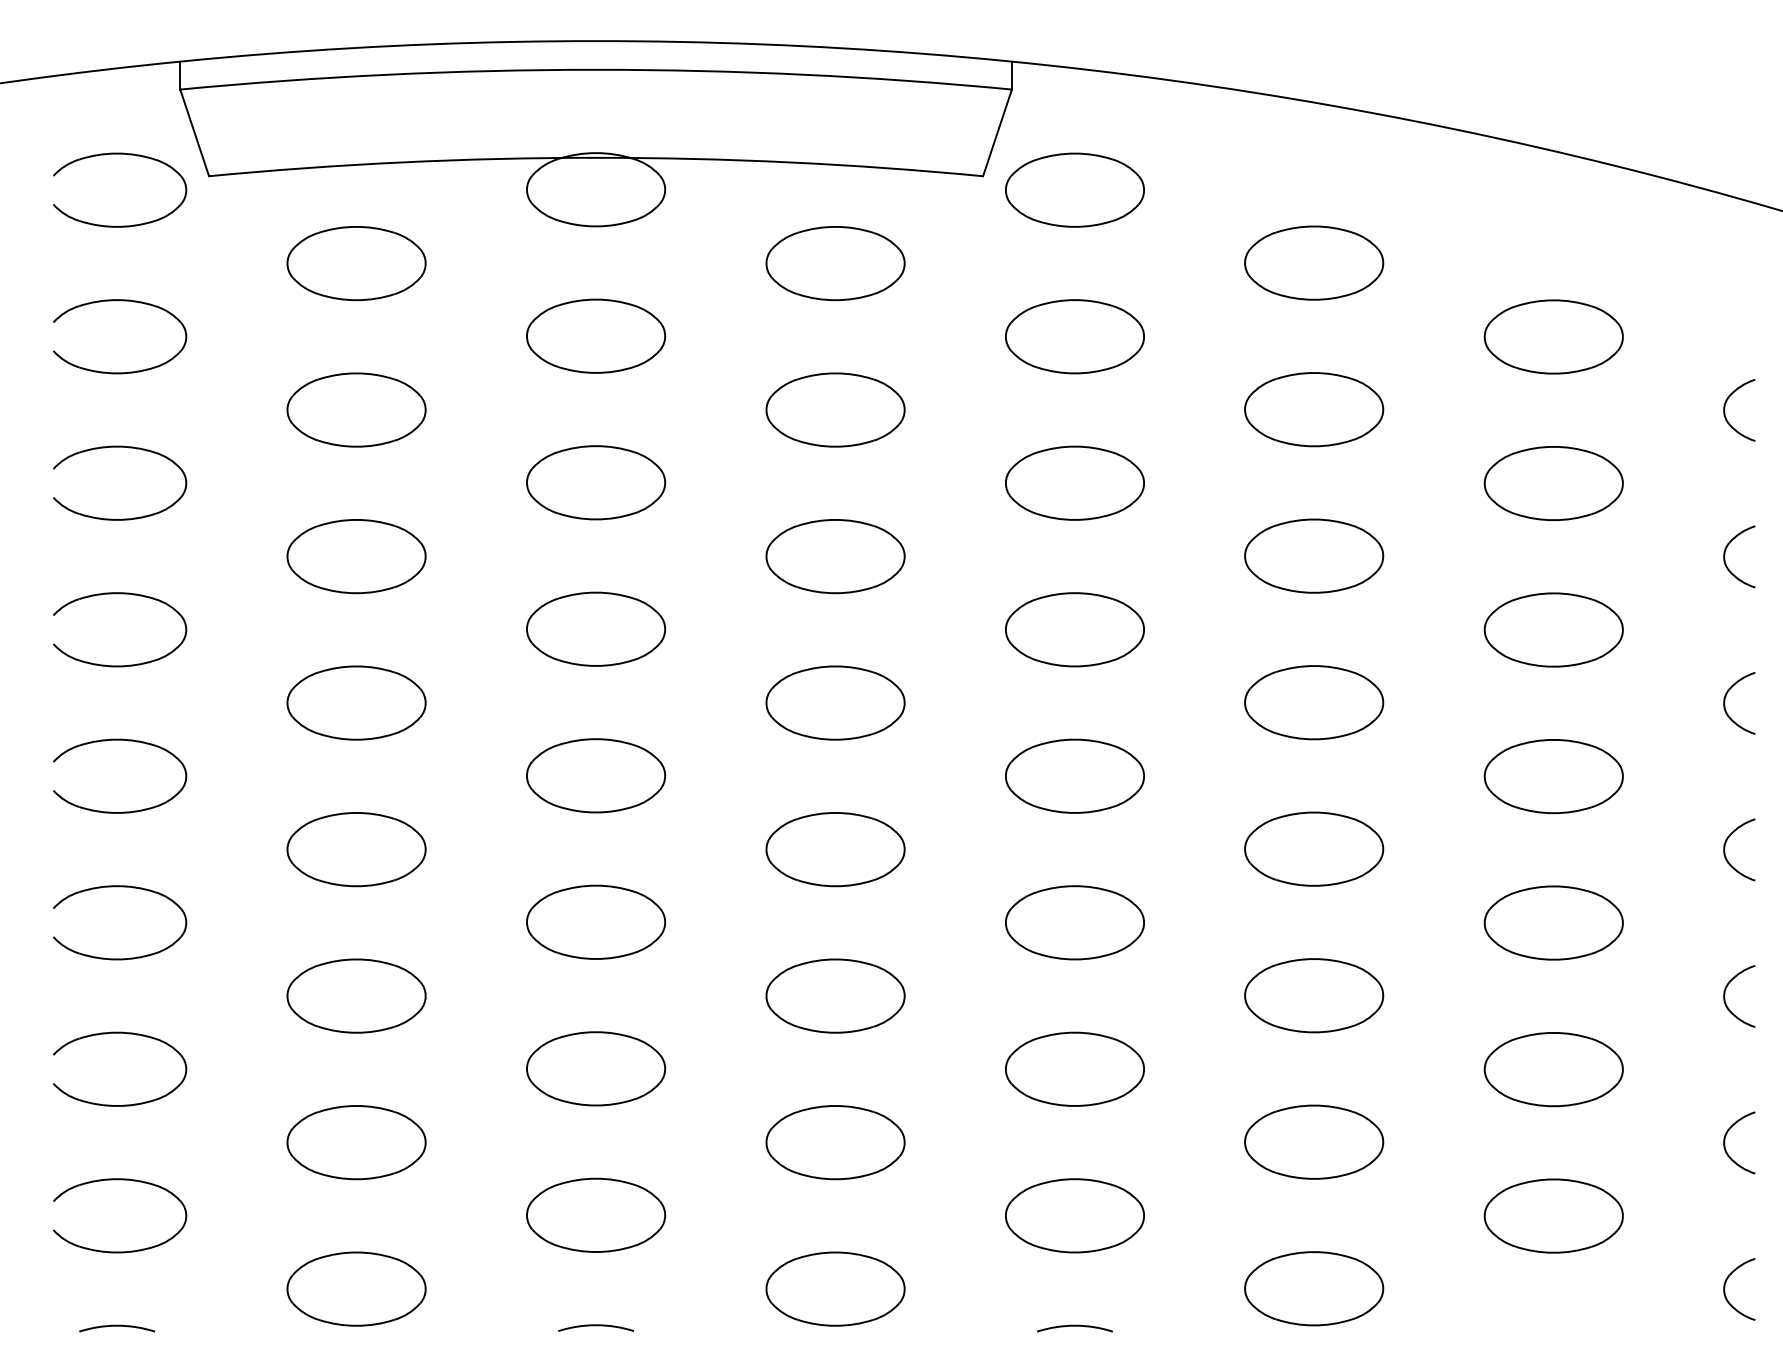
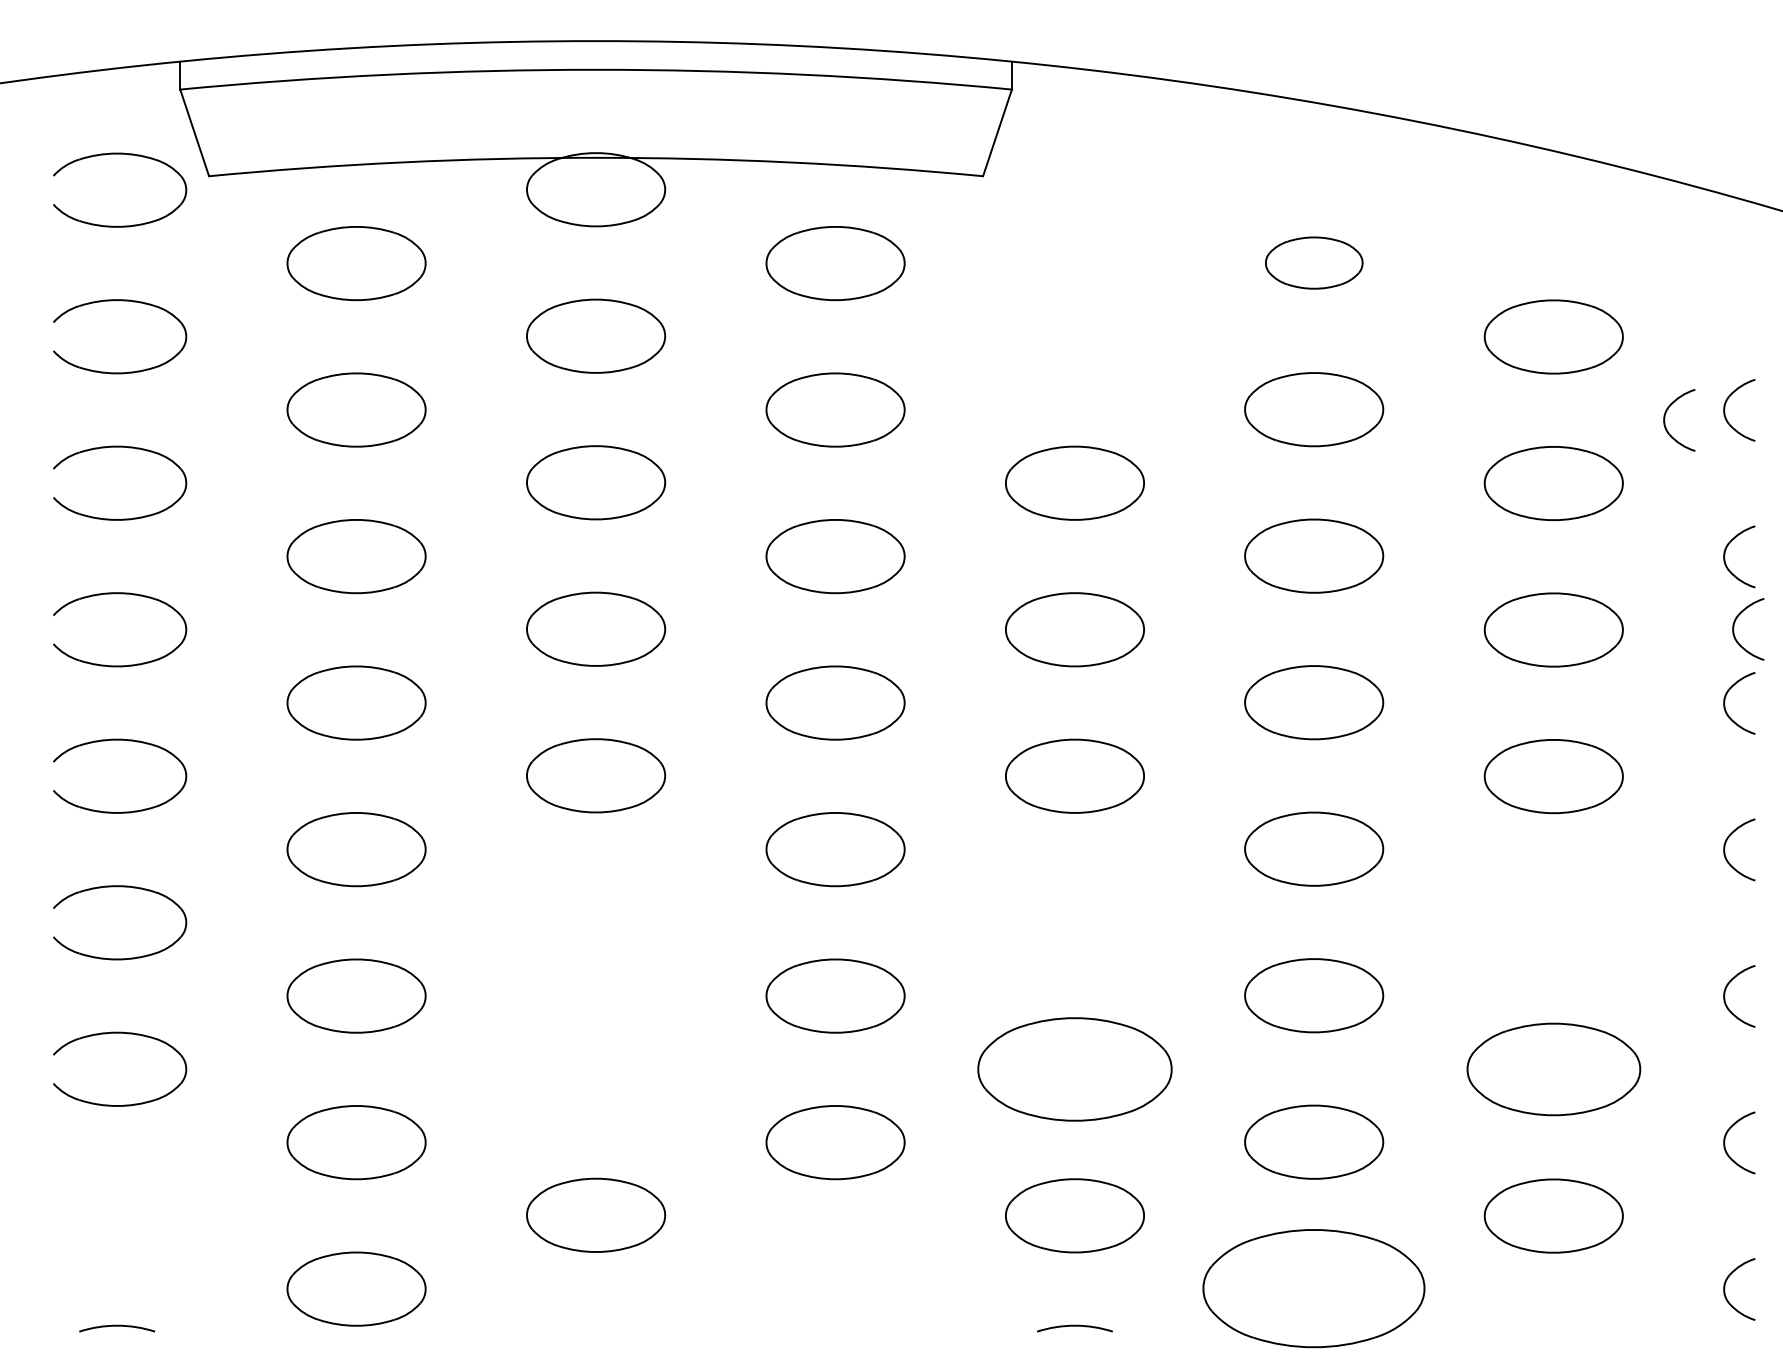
part at (1074, 189): present -> none
part at (1314, 262) size: 141x76 px -> 99x54 px
part at (1074, 336): present -> none
part at (1665, 420): none -> present
part at (1734, 629): none -> present
part at (595, 921): present -> none
part at (1074, 922): present -> none
part at (1553, 922): present -> none
part at (595, 1068): present -> none
part at (1074, 1068) size: 140x76 px -> 196x105 px
part at (1553, 1069) size: 141x76 px -> 176x95 px
part at (120, 1180): present -> none
part at (835, 1288): present -> none
part at (1314, 1288) size: 141x76 px -> 224x120 px
arc at (595, 1326): present -> none
